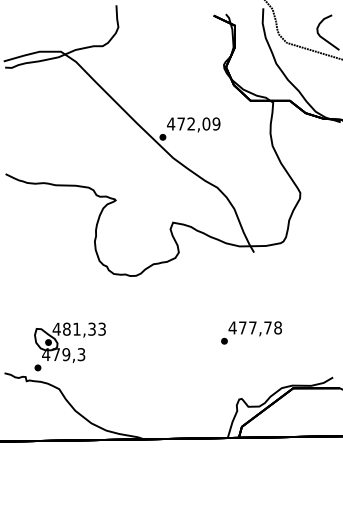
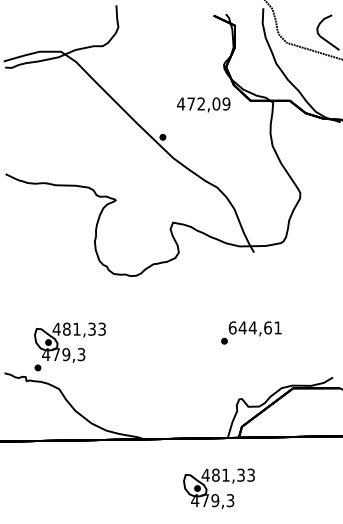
text at (193, 124) position: (193, 124) -> (203, 104)
text at (254, 327): 477,78 -> 644,61
part at (217, 494): none -> present
